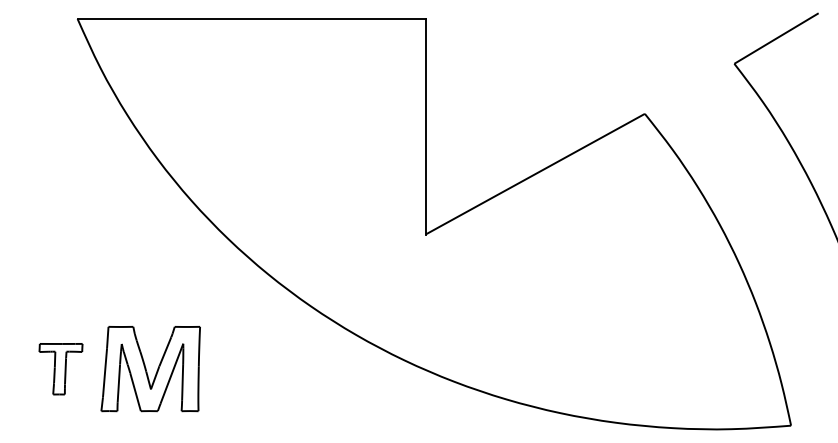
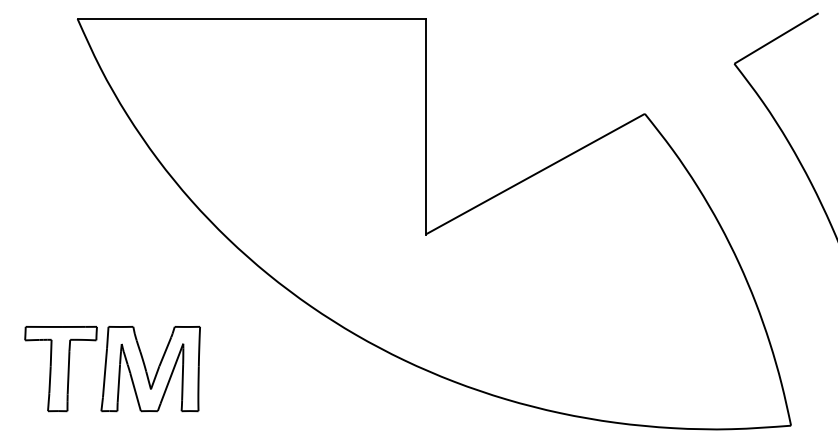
part at (60, 369) size: 46x53 px -> 74x87 px
